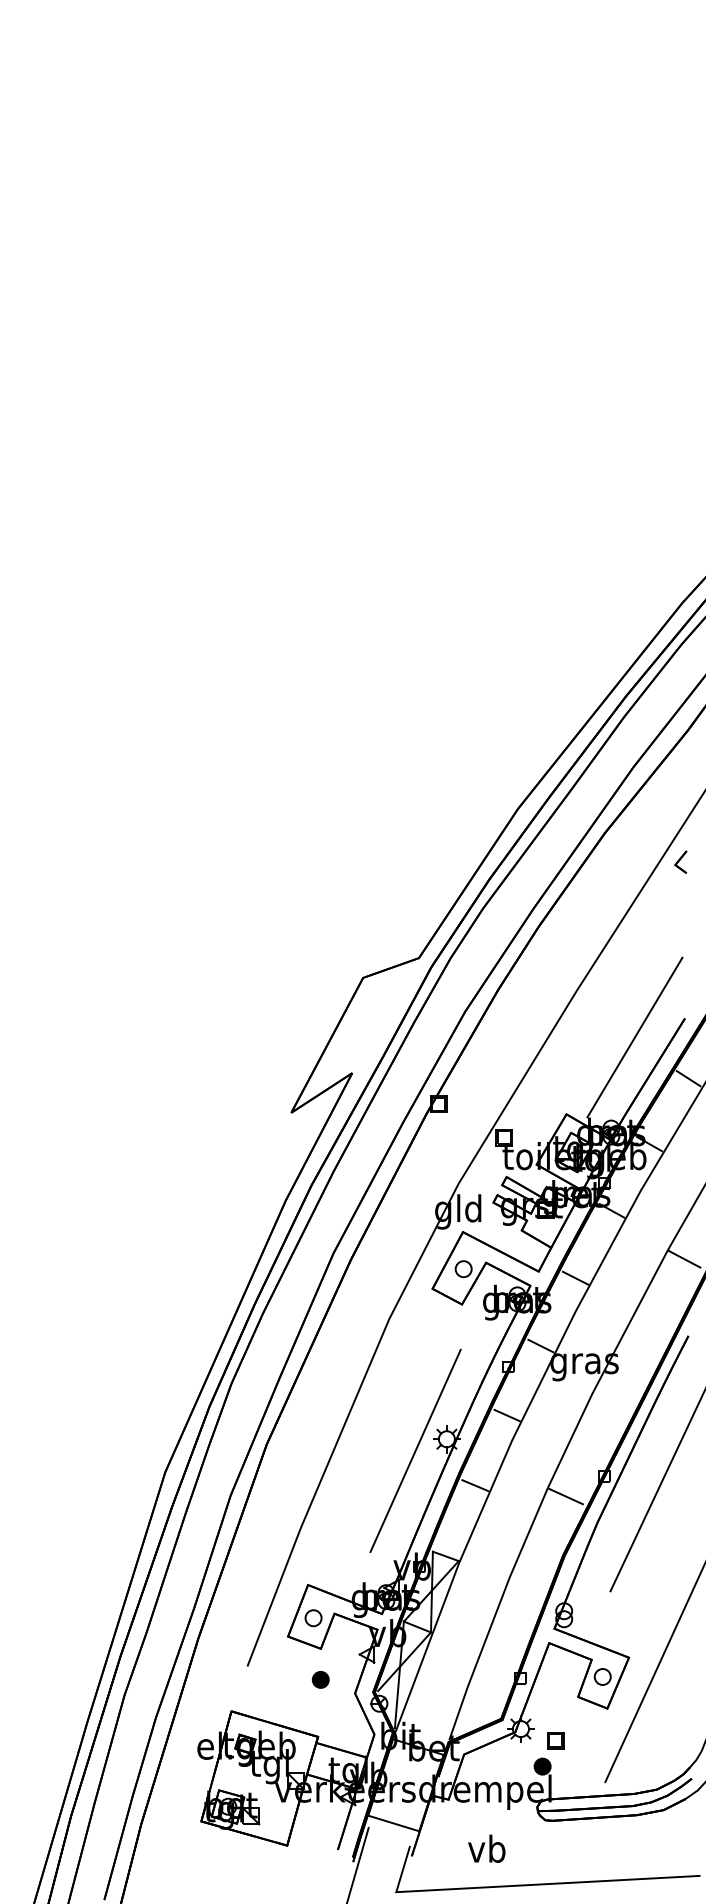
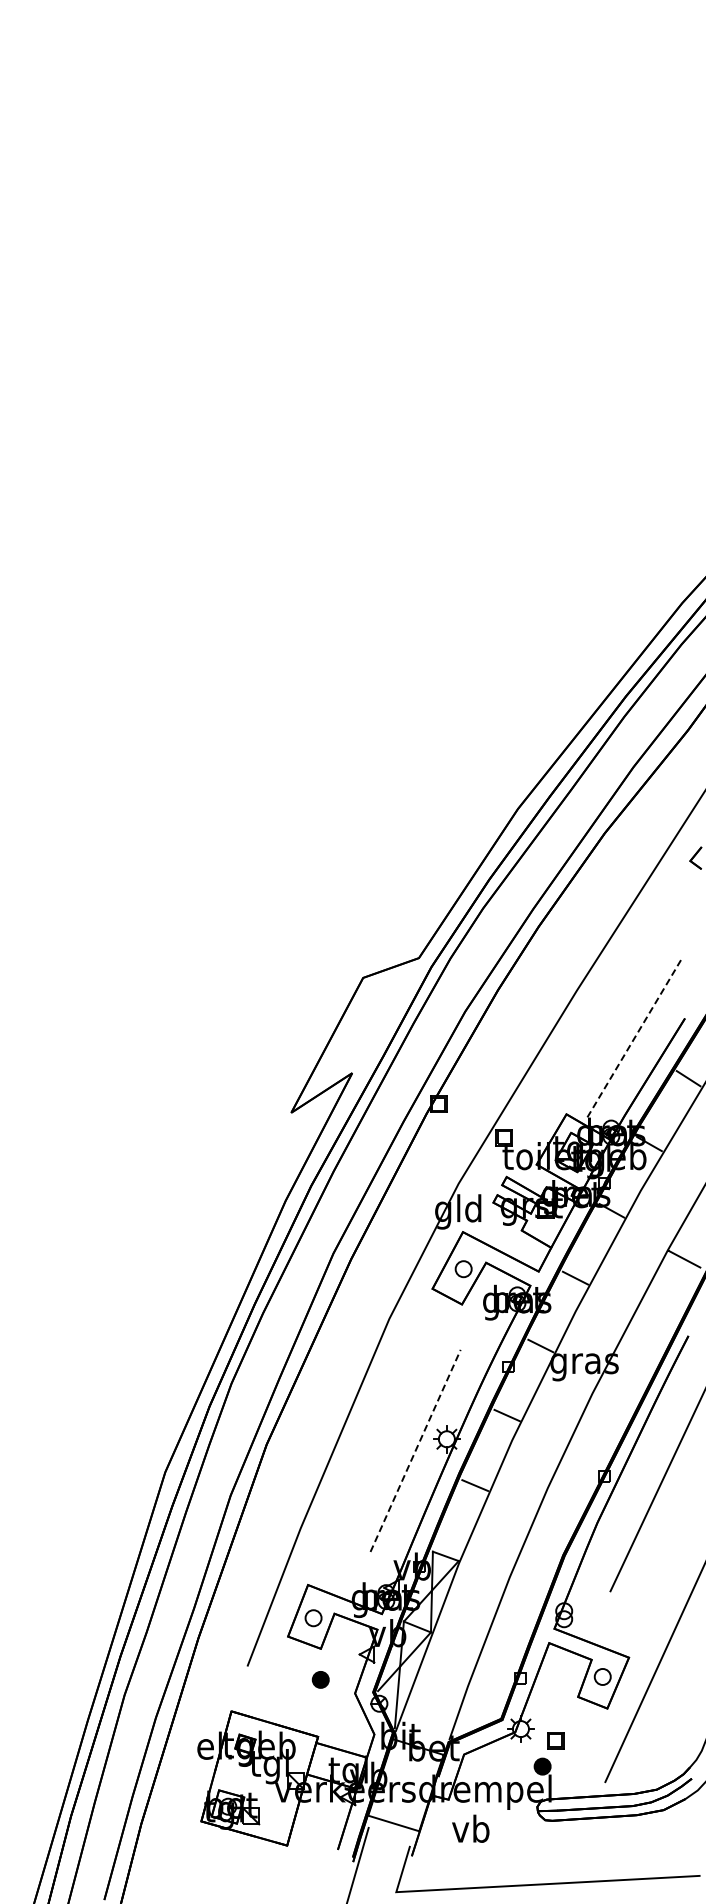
part at (680, 861) position: (680, 861) -> (695, 857)
line at (634, 1037): solid -> dashed
line at (415, 1450): solid -> dashed
line at (565, 1496): present -> none
text at (486, 1848) position: (486, 1848) -> (470, 1828)
